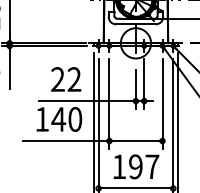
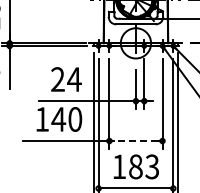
text at (74, 79): 22 -> 24
line at (135, 141): solid -> dashed
text at (144, 166): 197 -> 183
